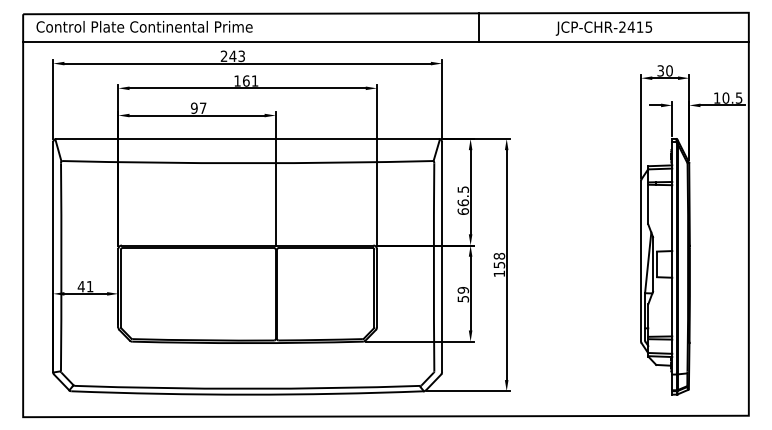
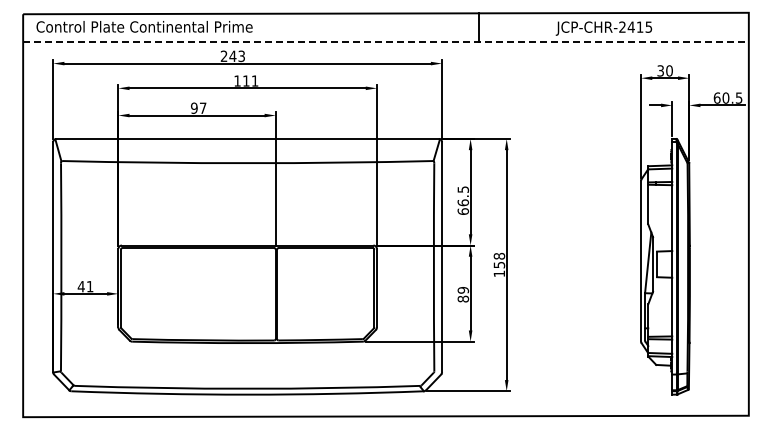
line at (386, 41): solid -> dashed
text at (246, 80): 161 -> 111
text at (716, 97): 10.5 -> 60.5
text at (463, 298): 59 -> 89
